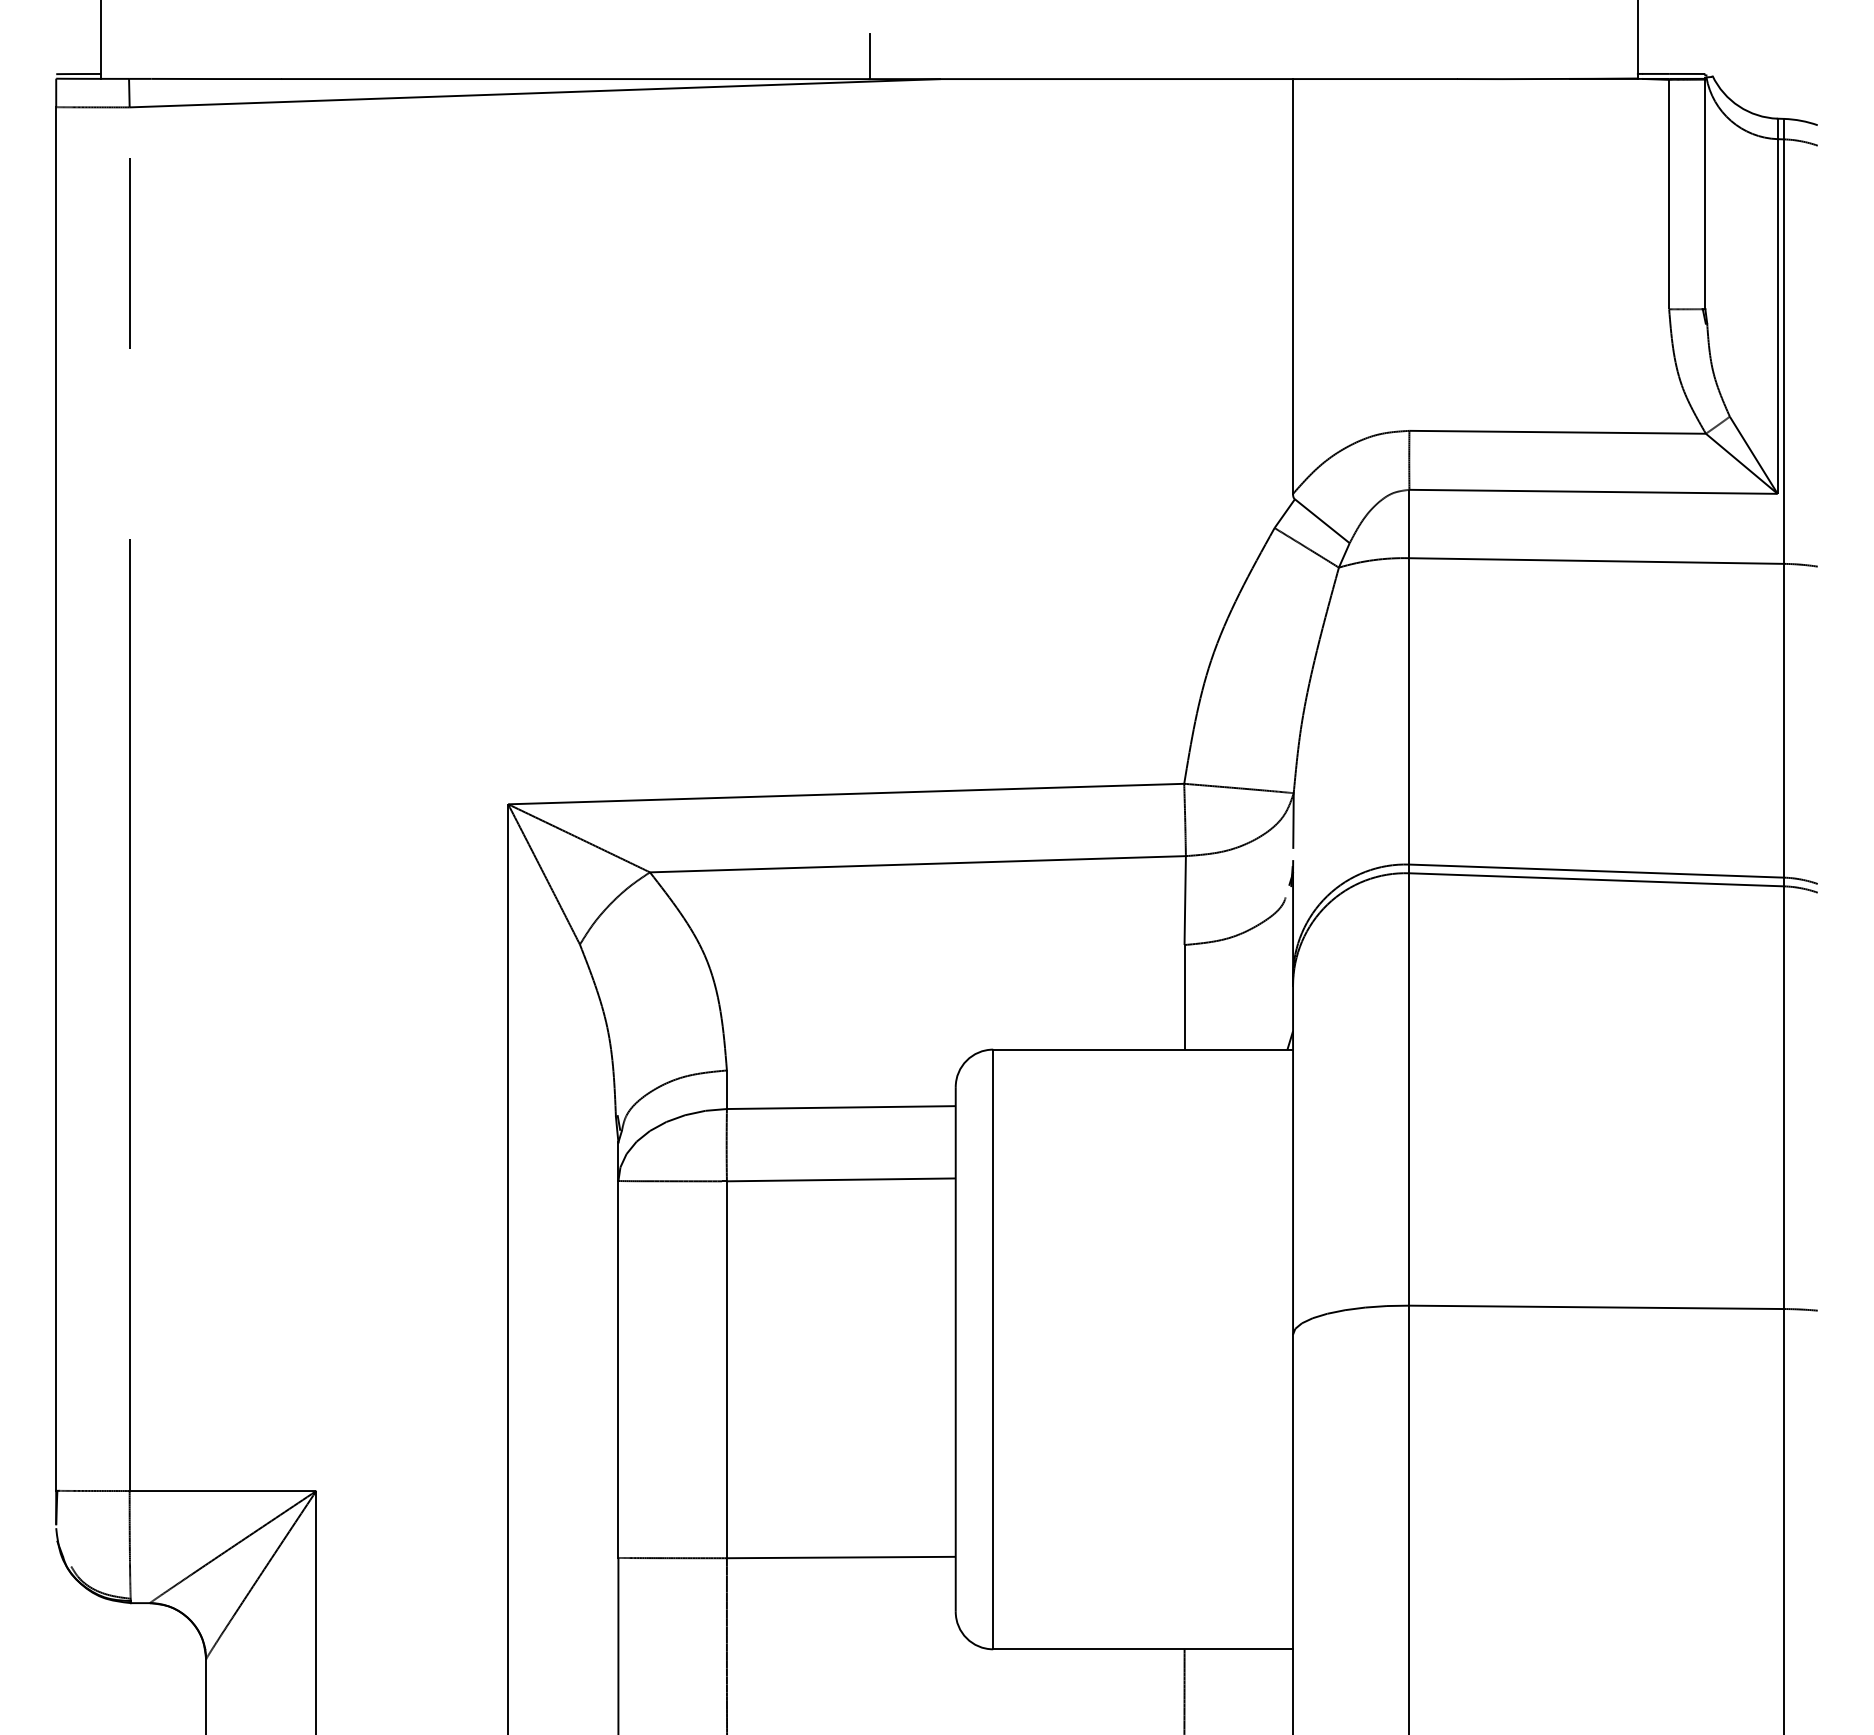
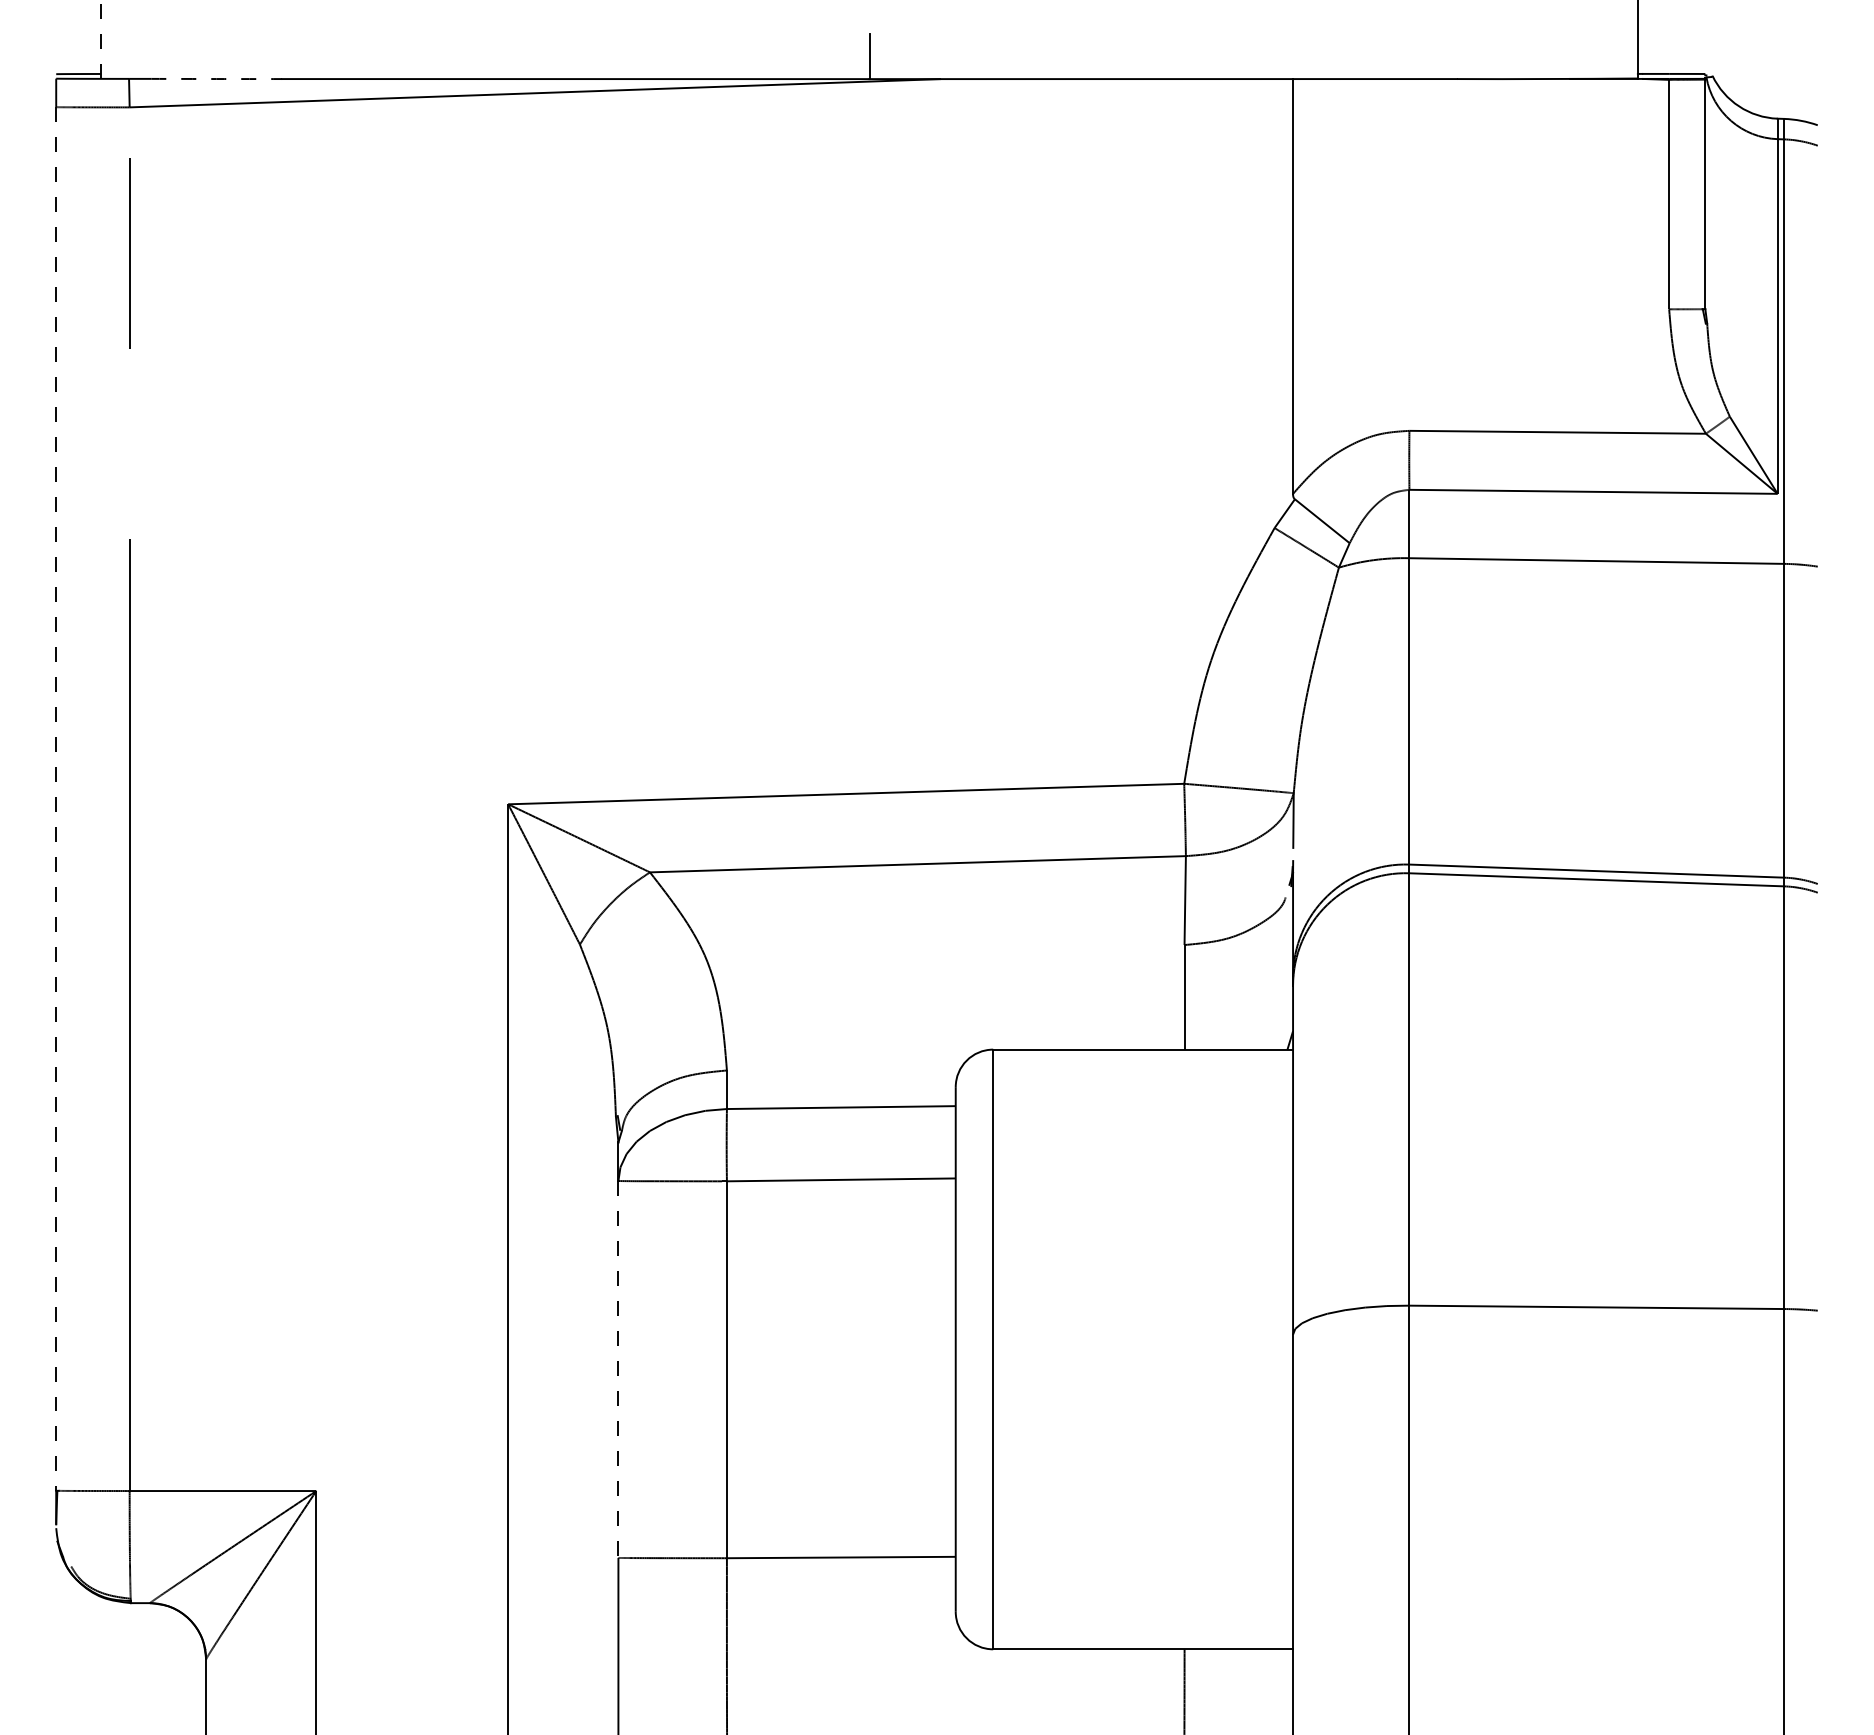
line at (101, 39): solid -> dashed
arc at (216, 79): solid -> dashed
line at (56, 799): solid -> dashed
line at (618, 1369): solid -> dashed
